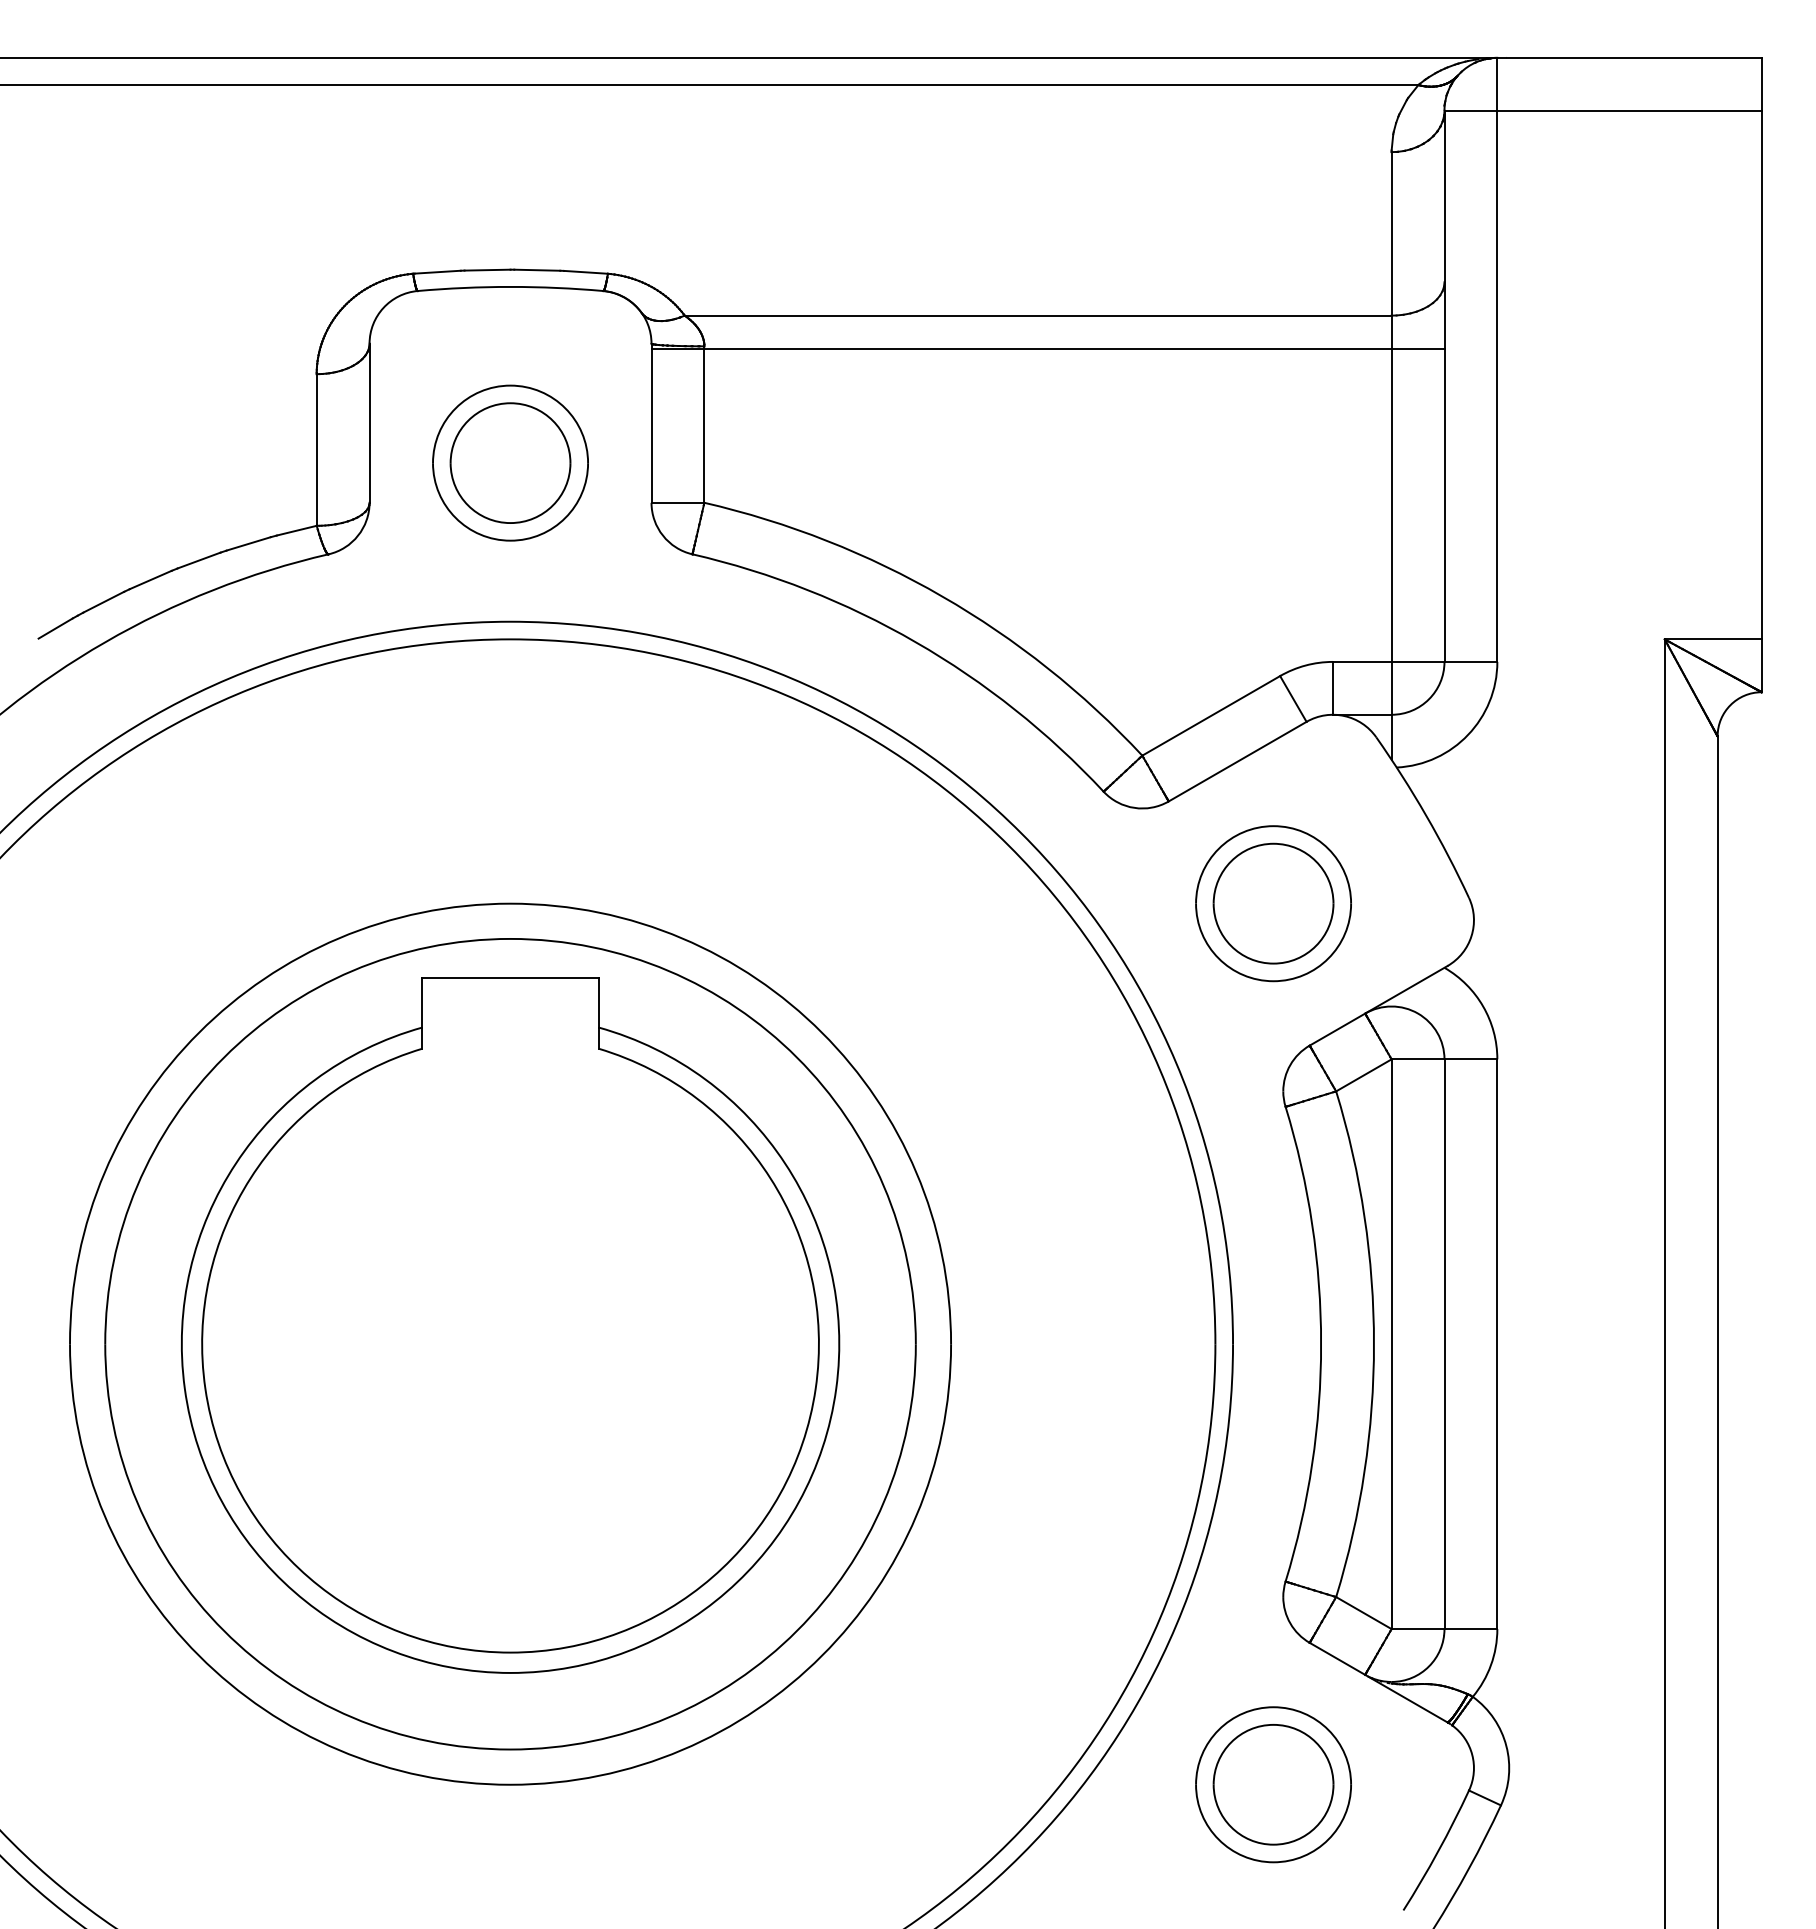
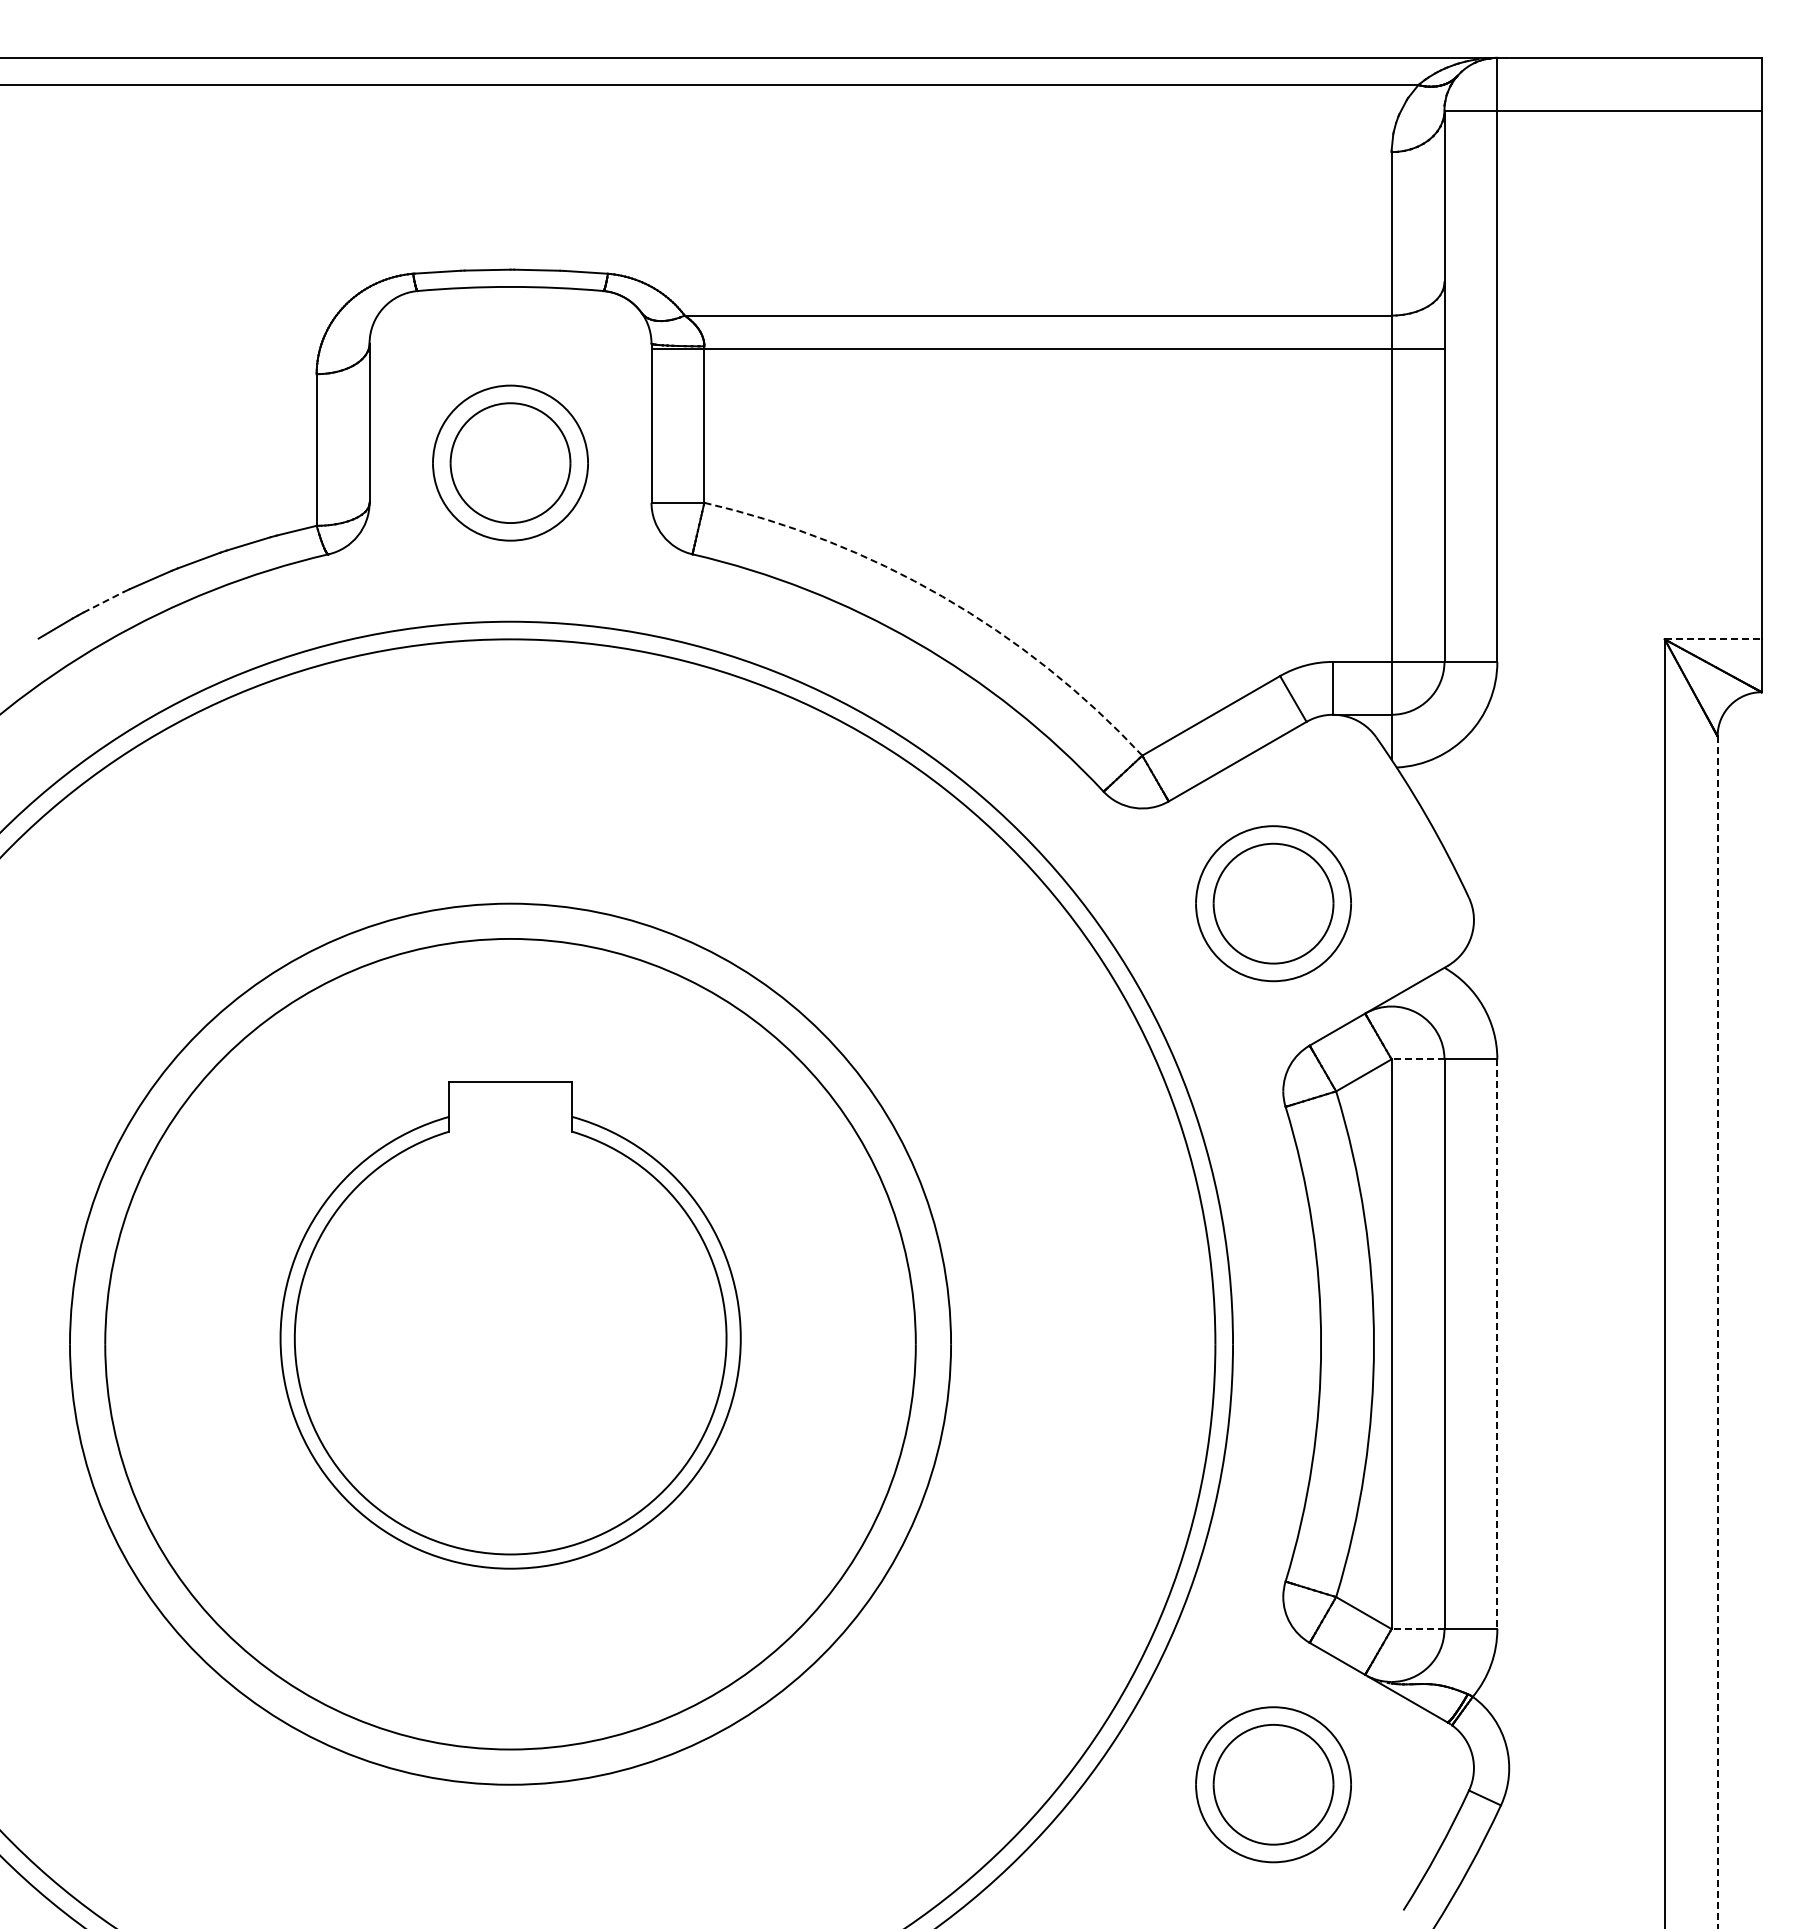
arc at (942, 596): solid -> dashed
line at (103, 602): solid -> dashed
line at (1713, 639): solid -> dashed
line at (1417, 1059): solid -> dashed
part at (510, 1325) size: 660x697 px -> 463x489 px
line at (1717, 1333): solid -> dashed
line at (1497, 1344): solid -> dashed
line at (1417, 1629): solid -> dashed
